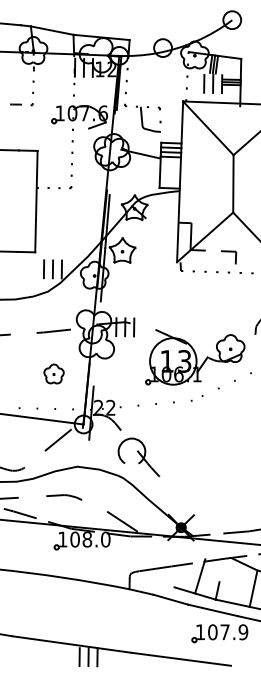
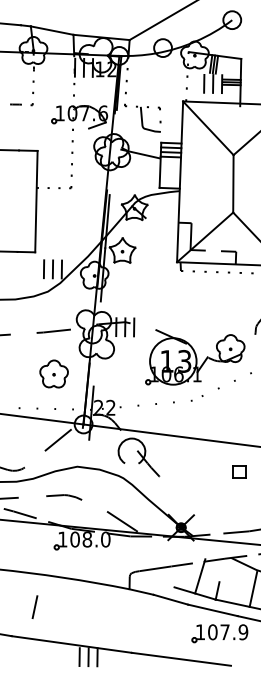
line at (161, 21): none -> present
line at (217, 263): none -> present
part at (53, 373) size: 22x22 px -> 30x30 px
line at (170, 435): none -> present
part at (239, 471): none -> present
line at (34, 606): none -> present
